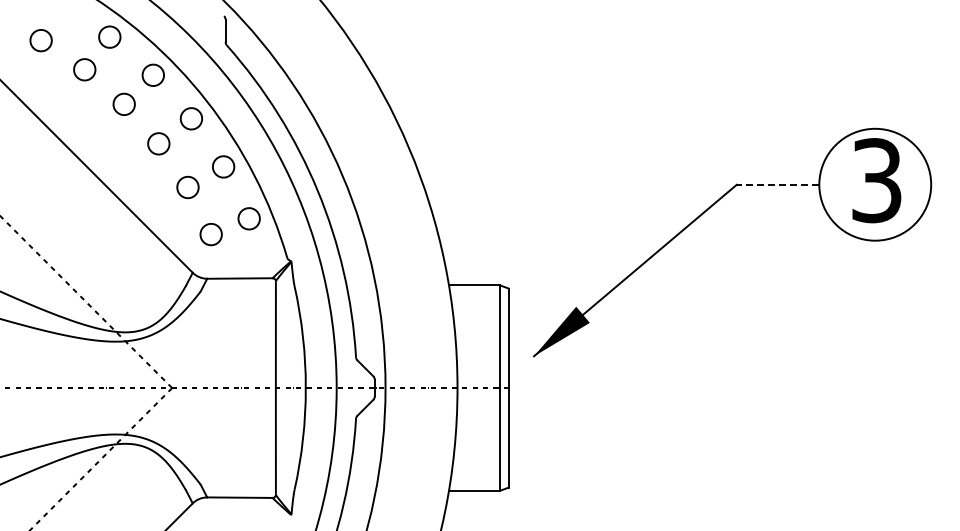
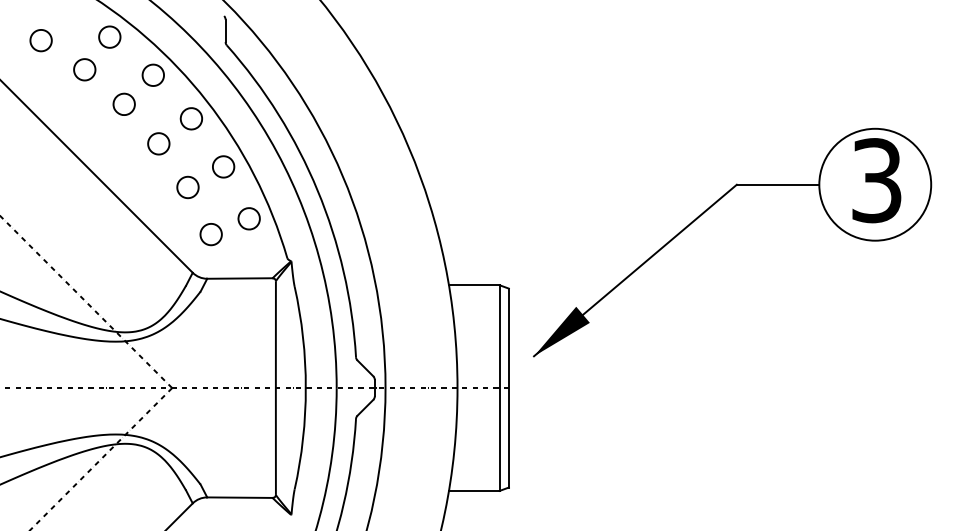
line at (777, 184): dashed -> solid
